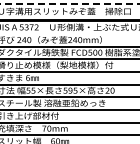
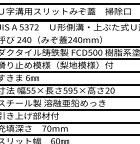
line at (69, 3): dashed -> solid
